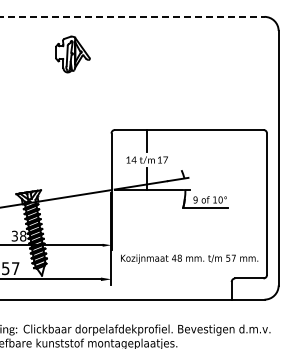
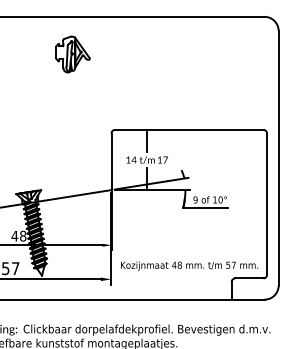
line at (132, 16): dashed -> solid
text at (14, 235): 38 -> 48
text at (189, 258) position: (189, 258) -> (189, 265)
